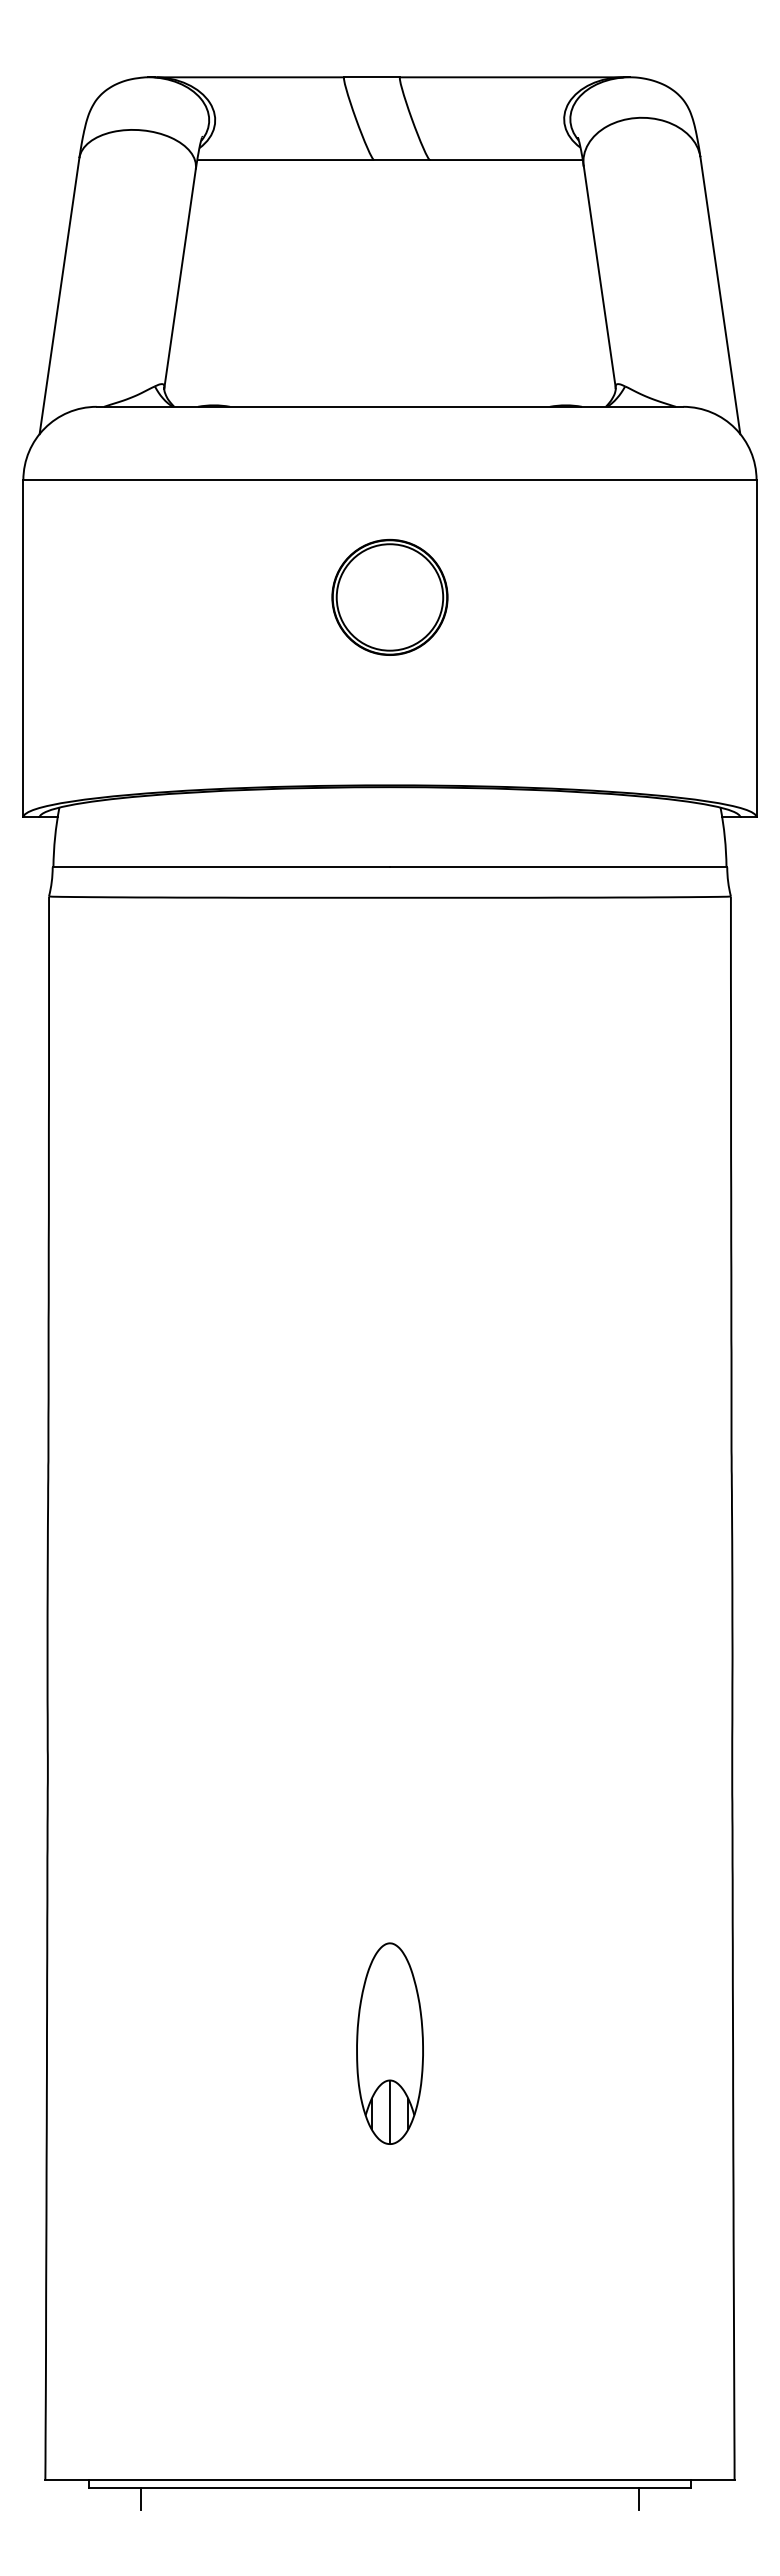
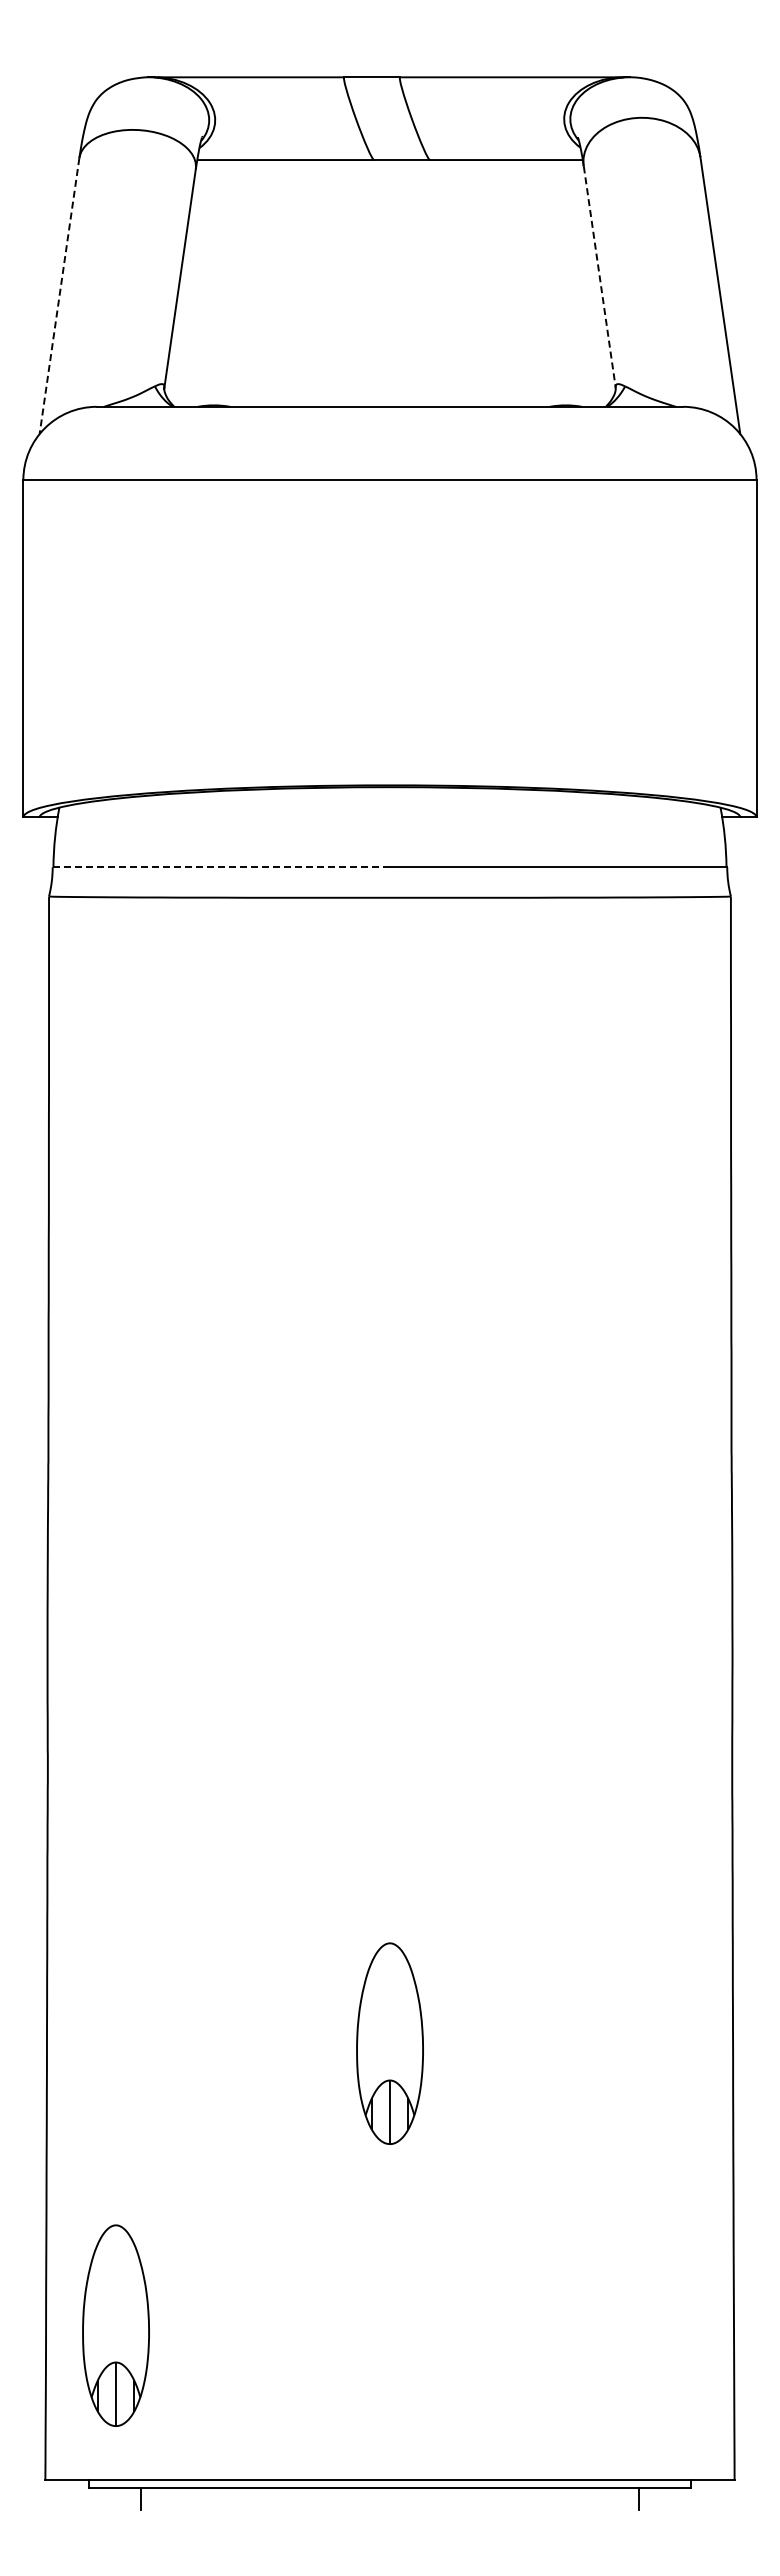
line at (599, 277): solid -> dashed
line at (59, 296): solid -> dashed
part at (389, 596): present -> none
line at (221, 867): solid -> dashed
part at (115, 2325): none -> present
